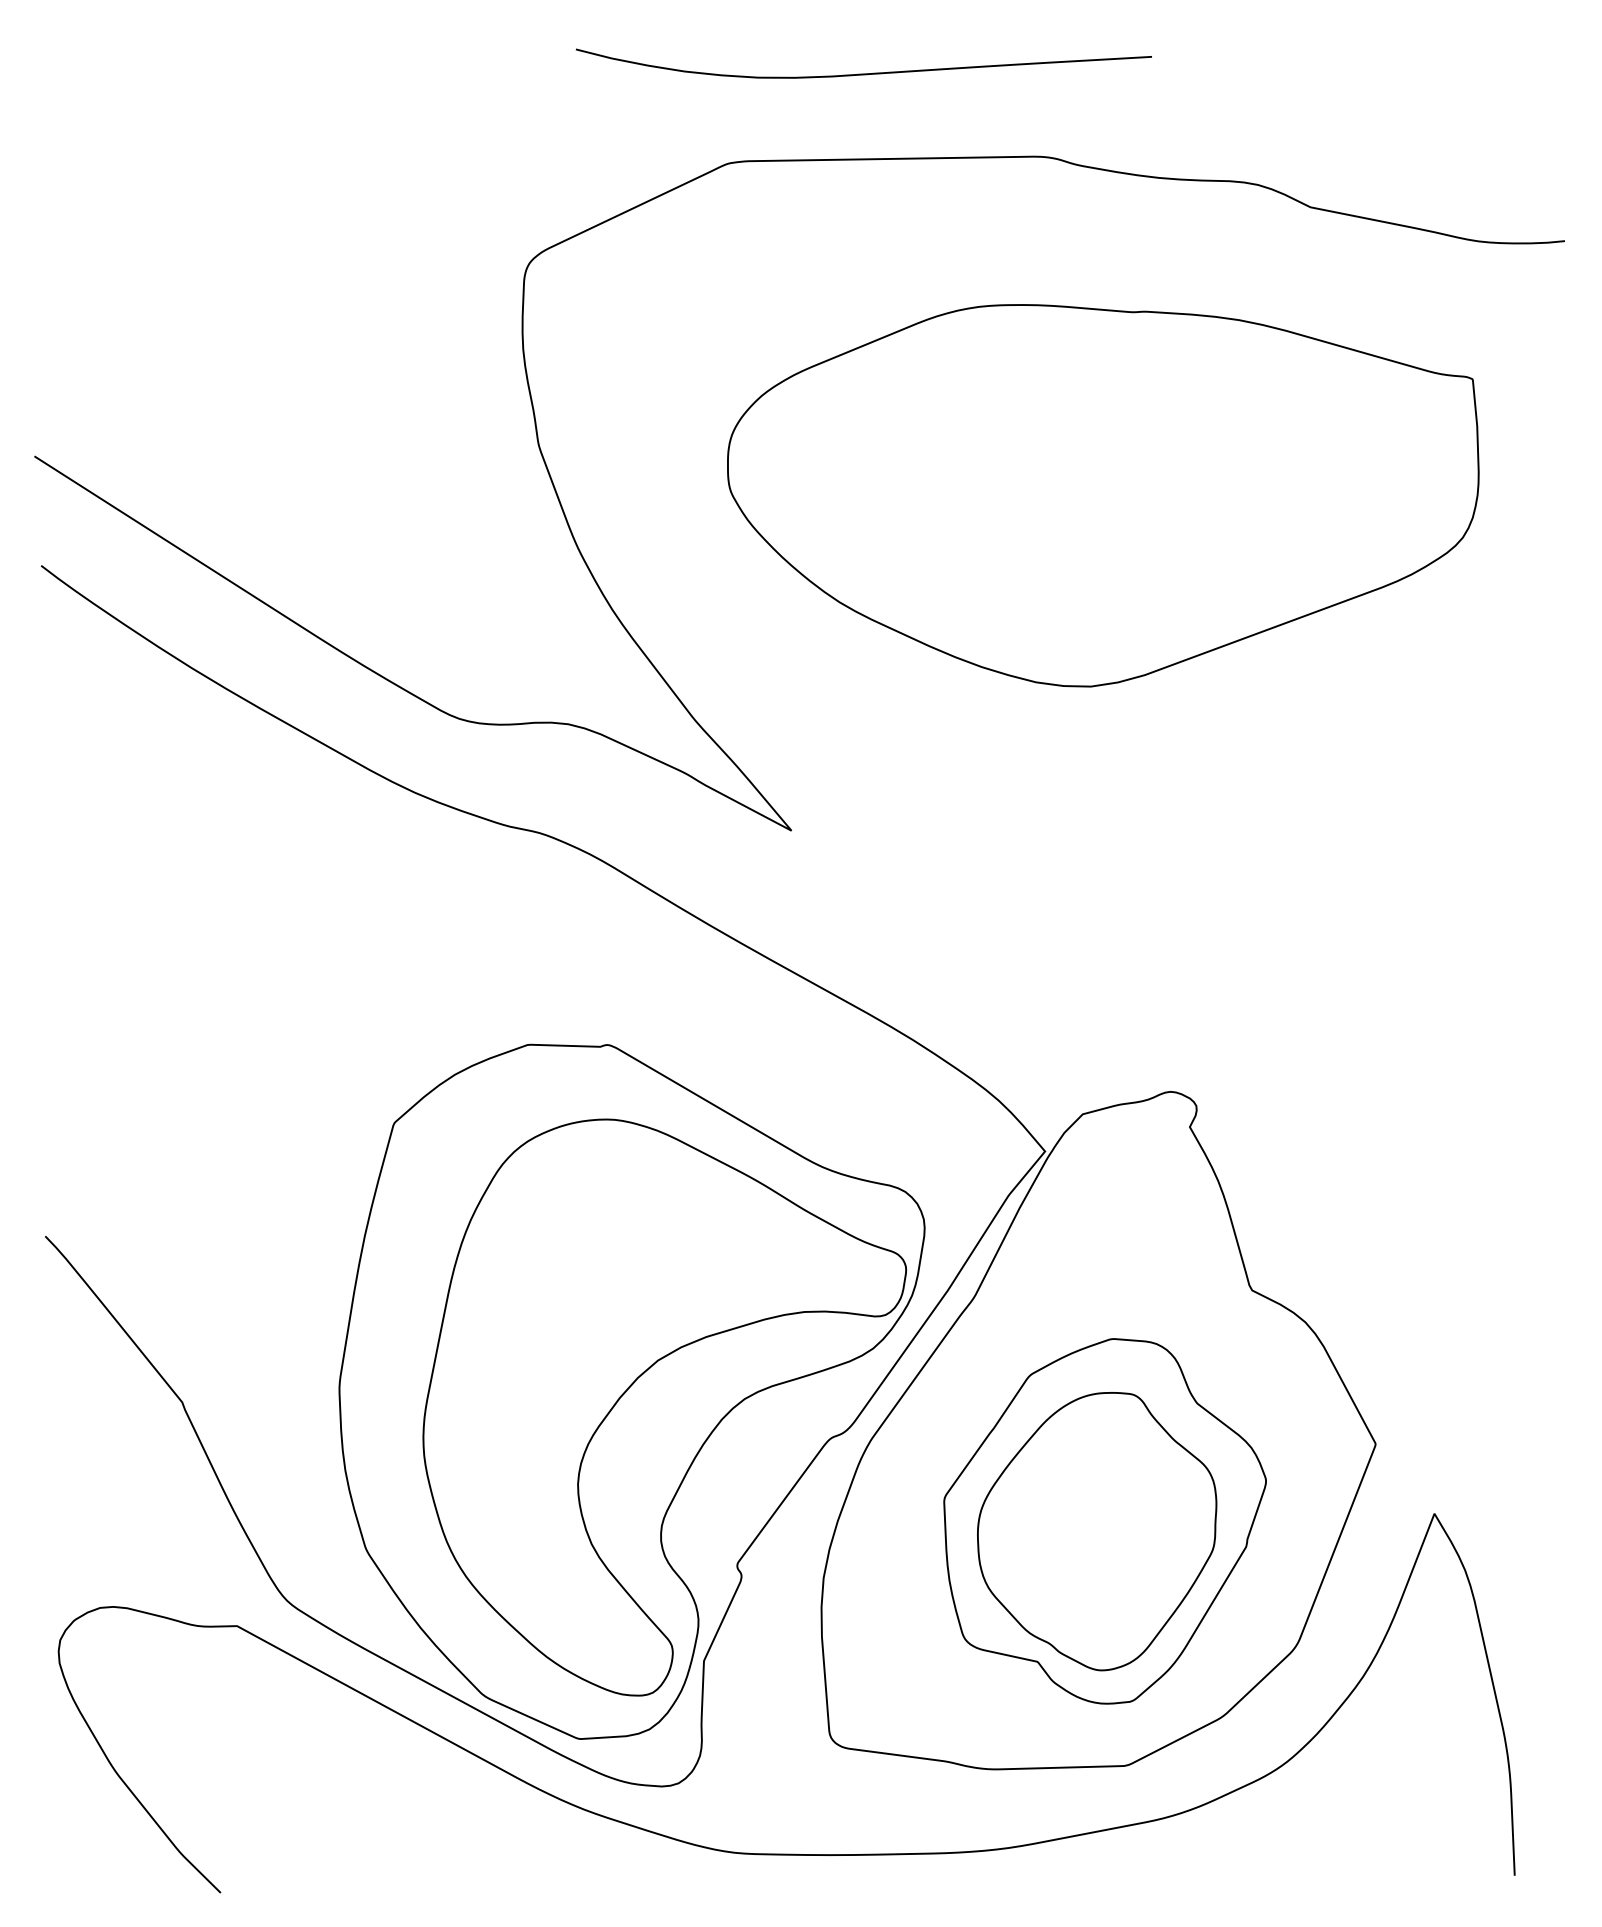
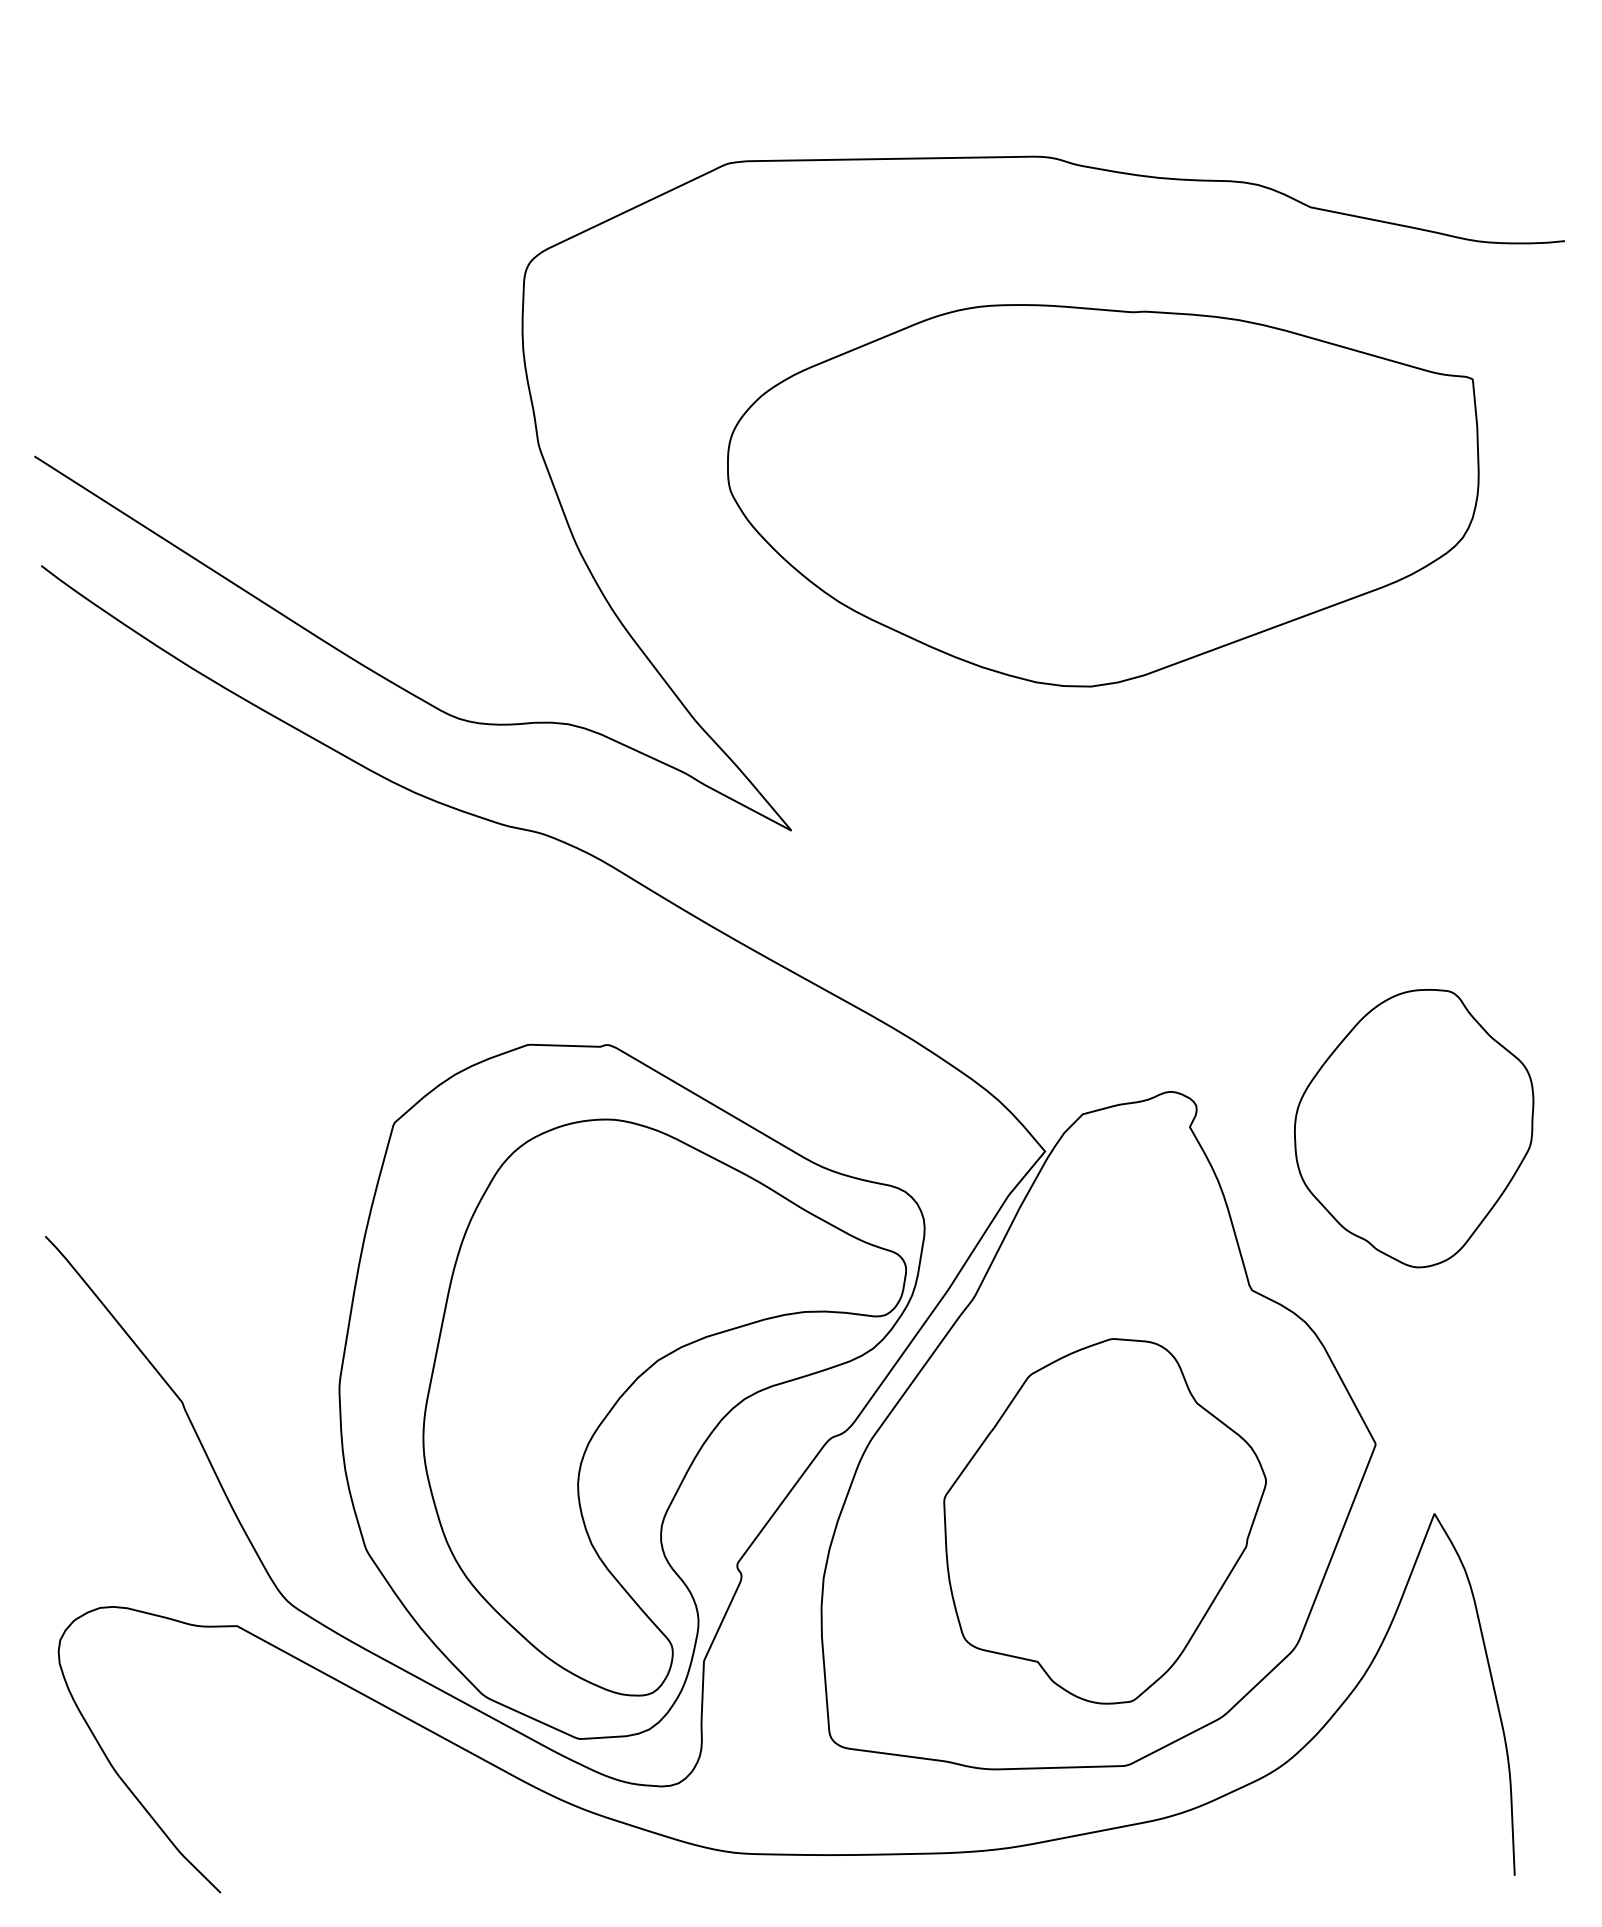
curve at (863, 73): present -> none
part at (1097, 1531) position: (1097, 1531) -> (1414, 1128)
